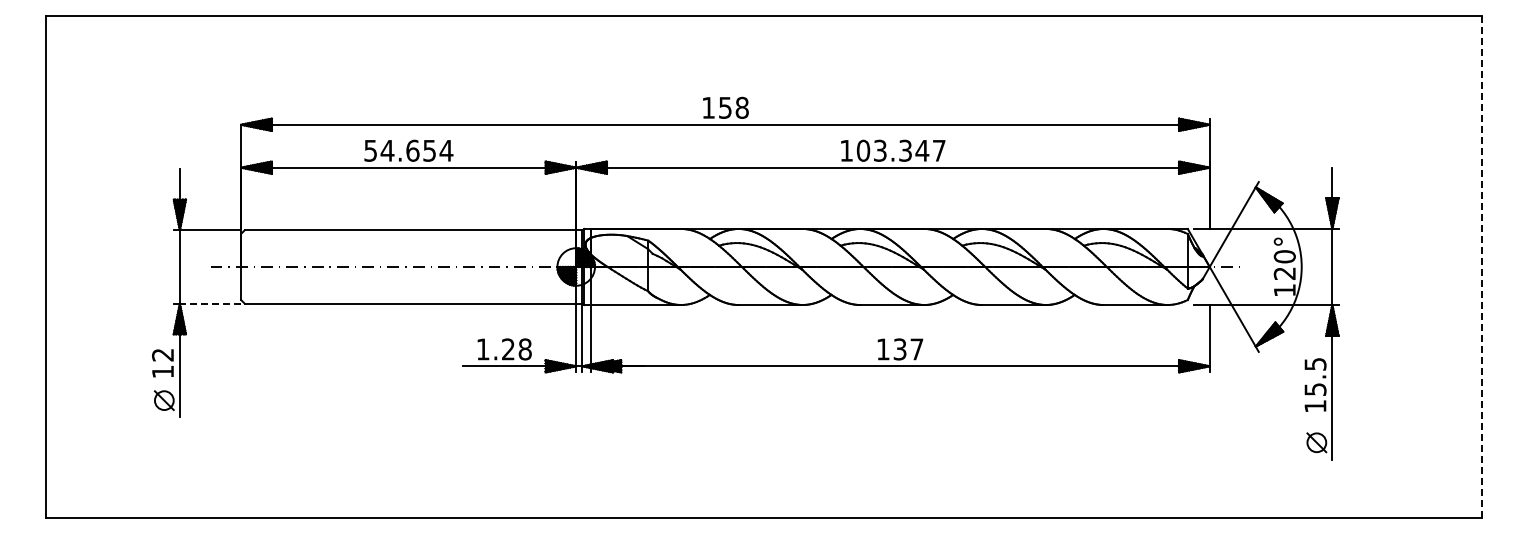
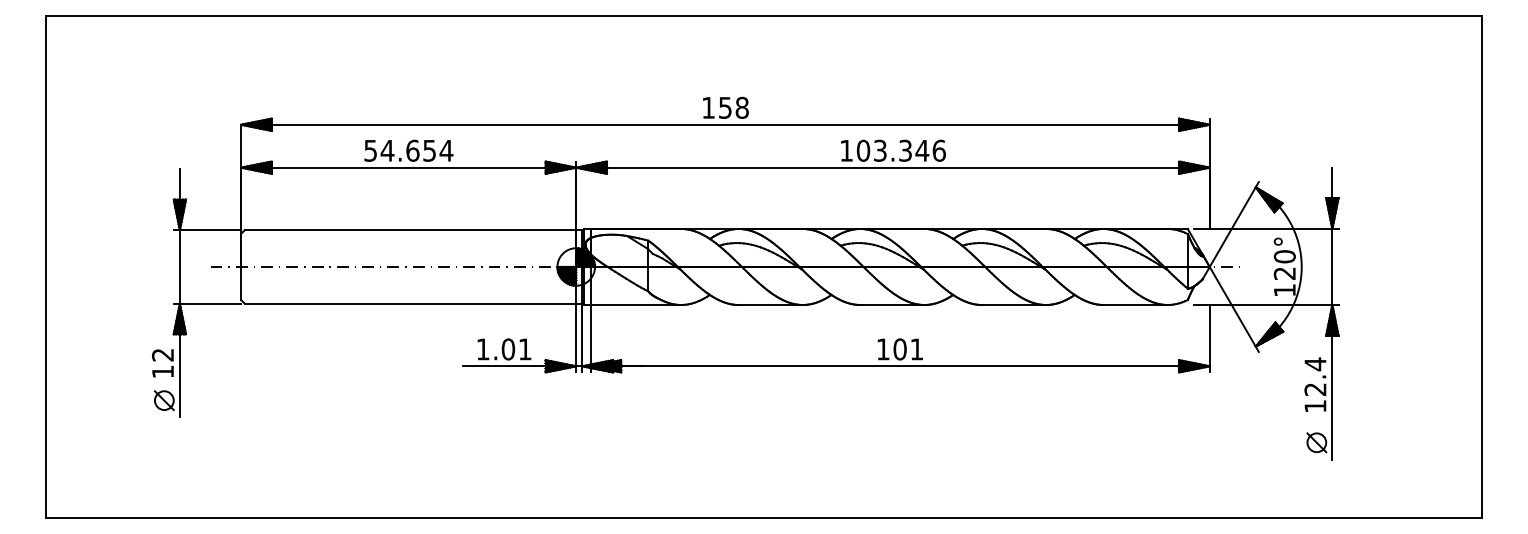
text at (938, 150): 103.347 -> 103.346
line at (1482, 267): dashed -> solid
line at (210, 303): dashed -> solid
text at (516, 349): 1.28 -> 1.01
text at (908, 349): 137 -> 101
text at (1315, 376): 15.5 -> 12.4
